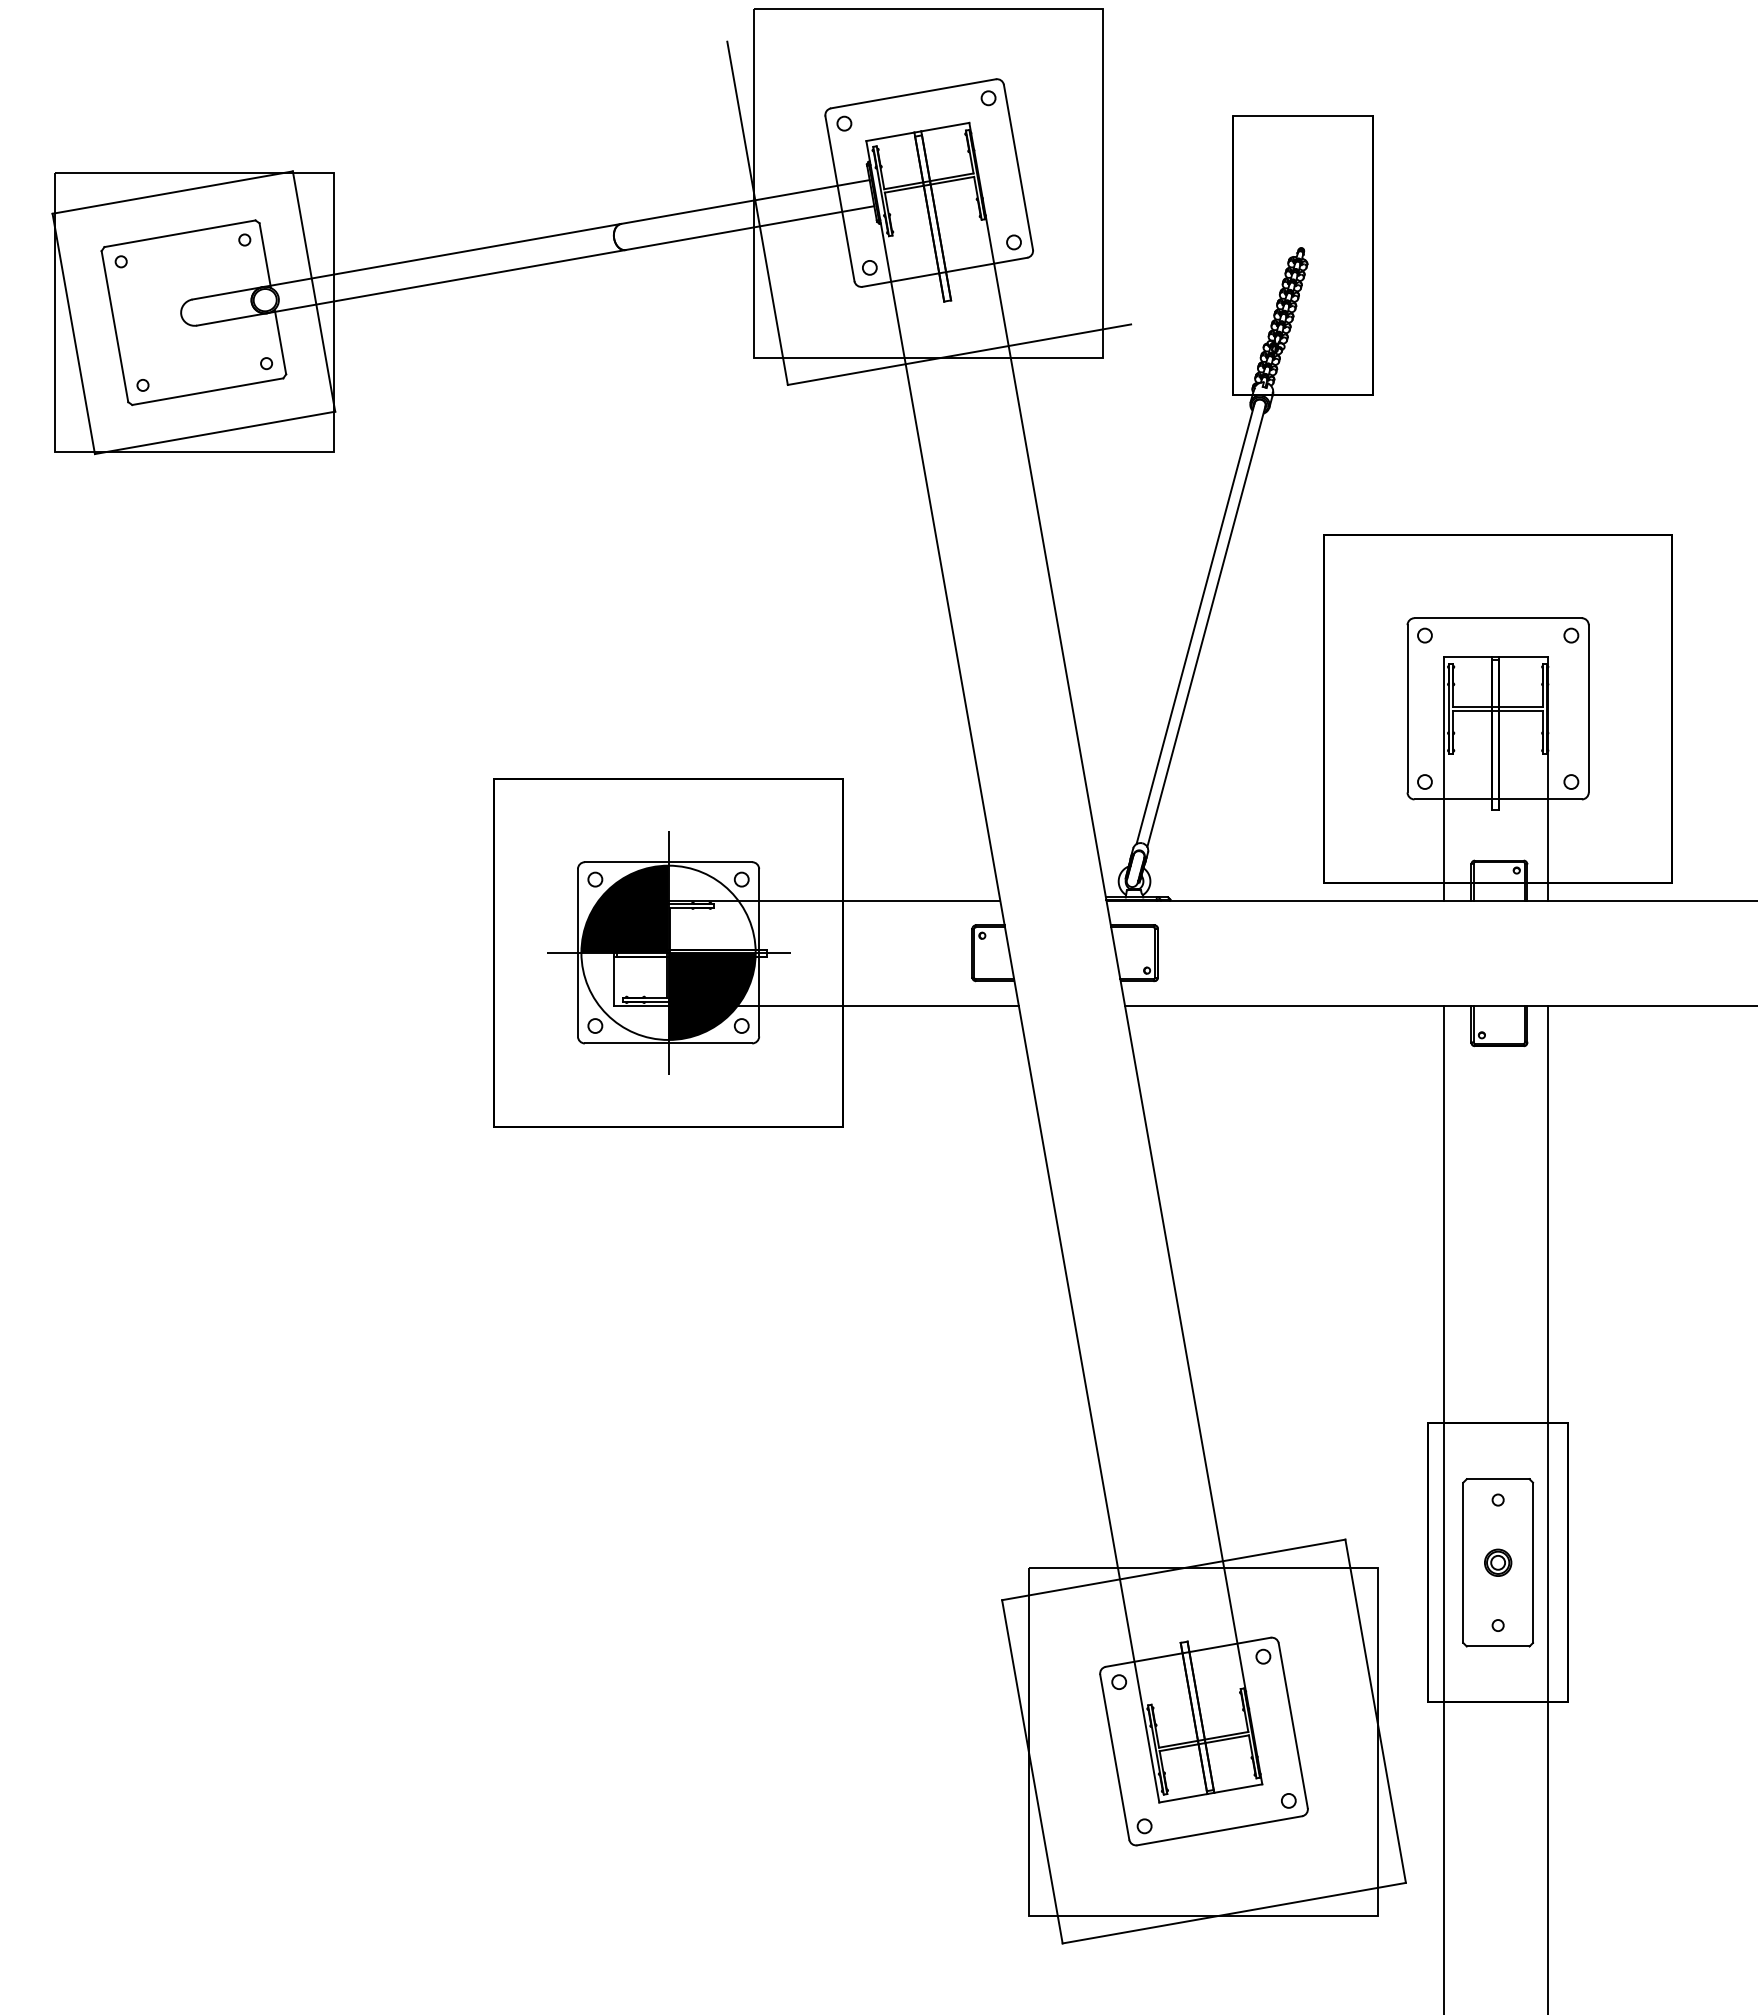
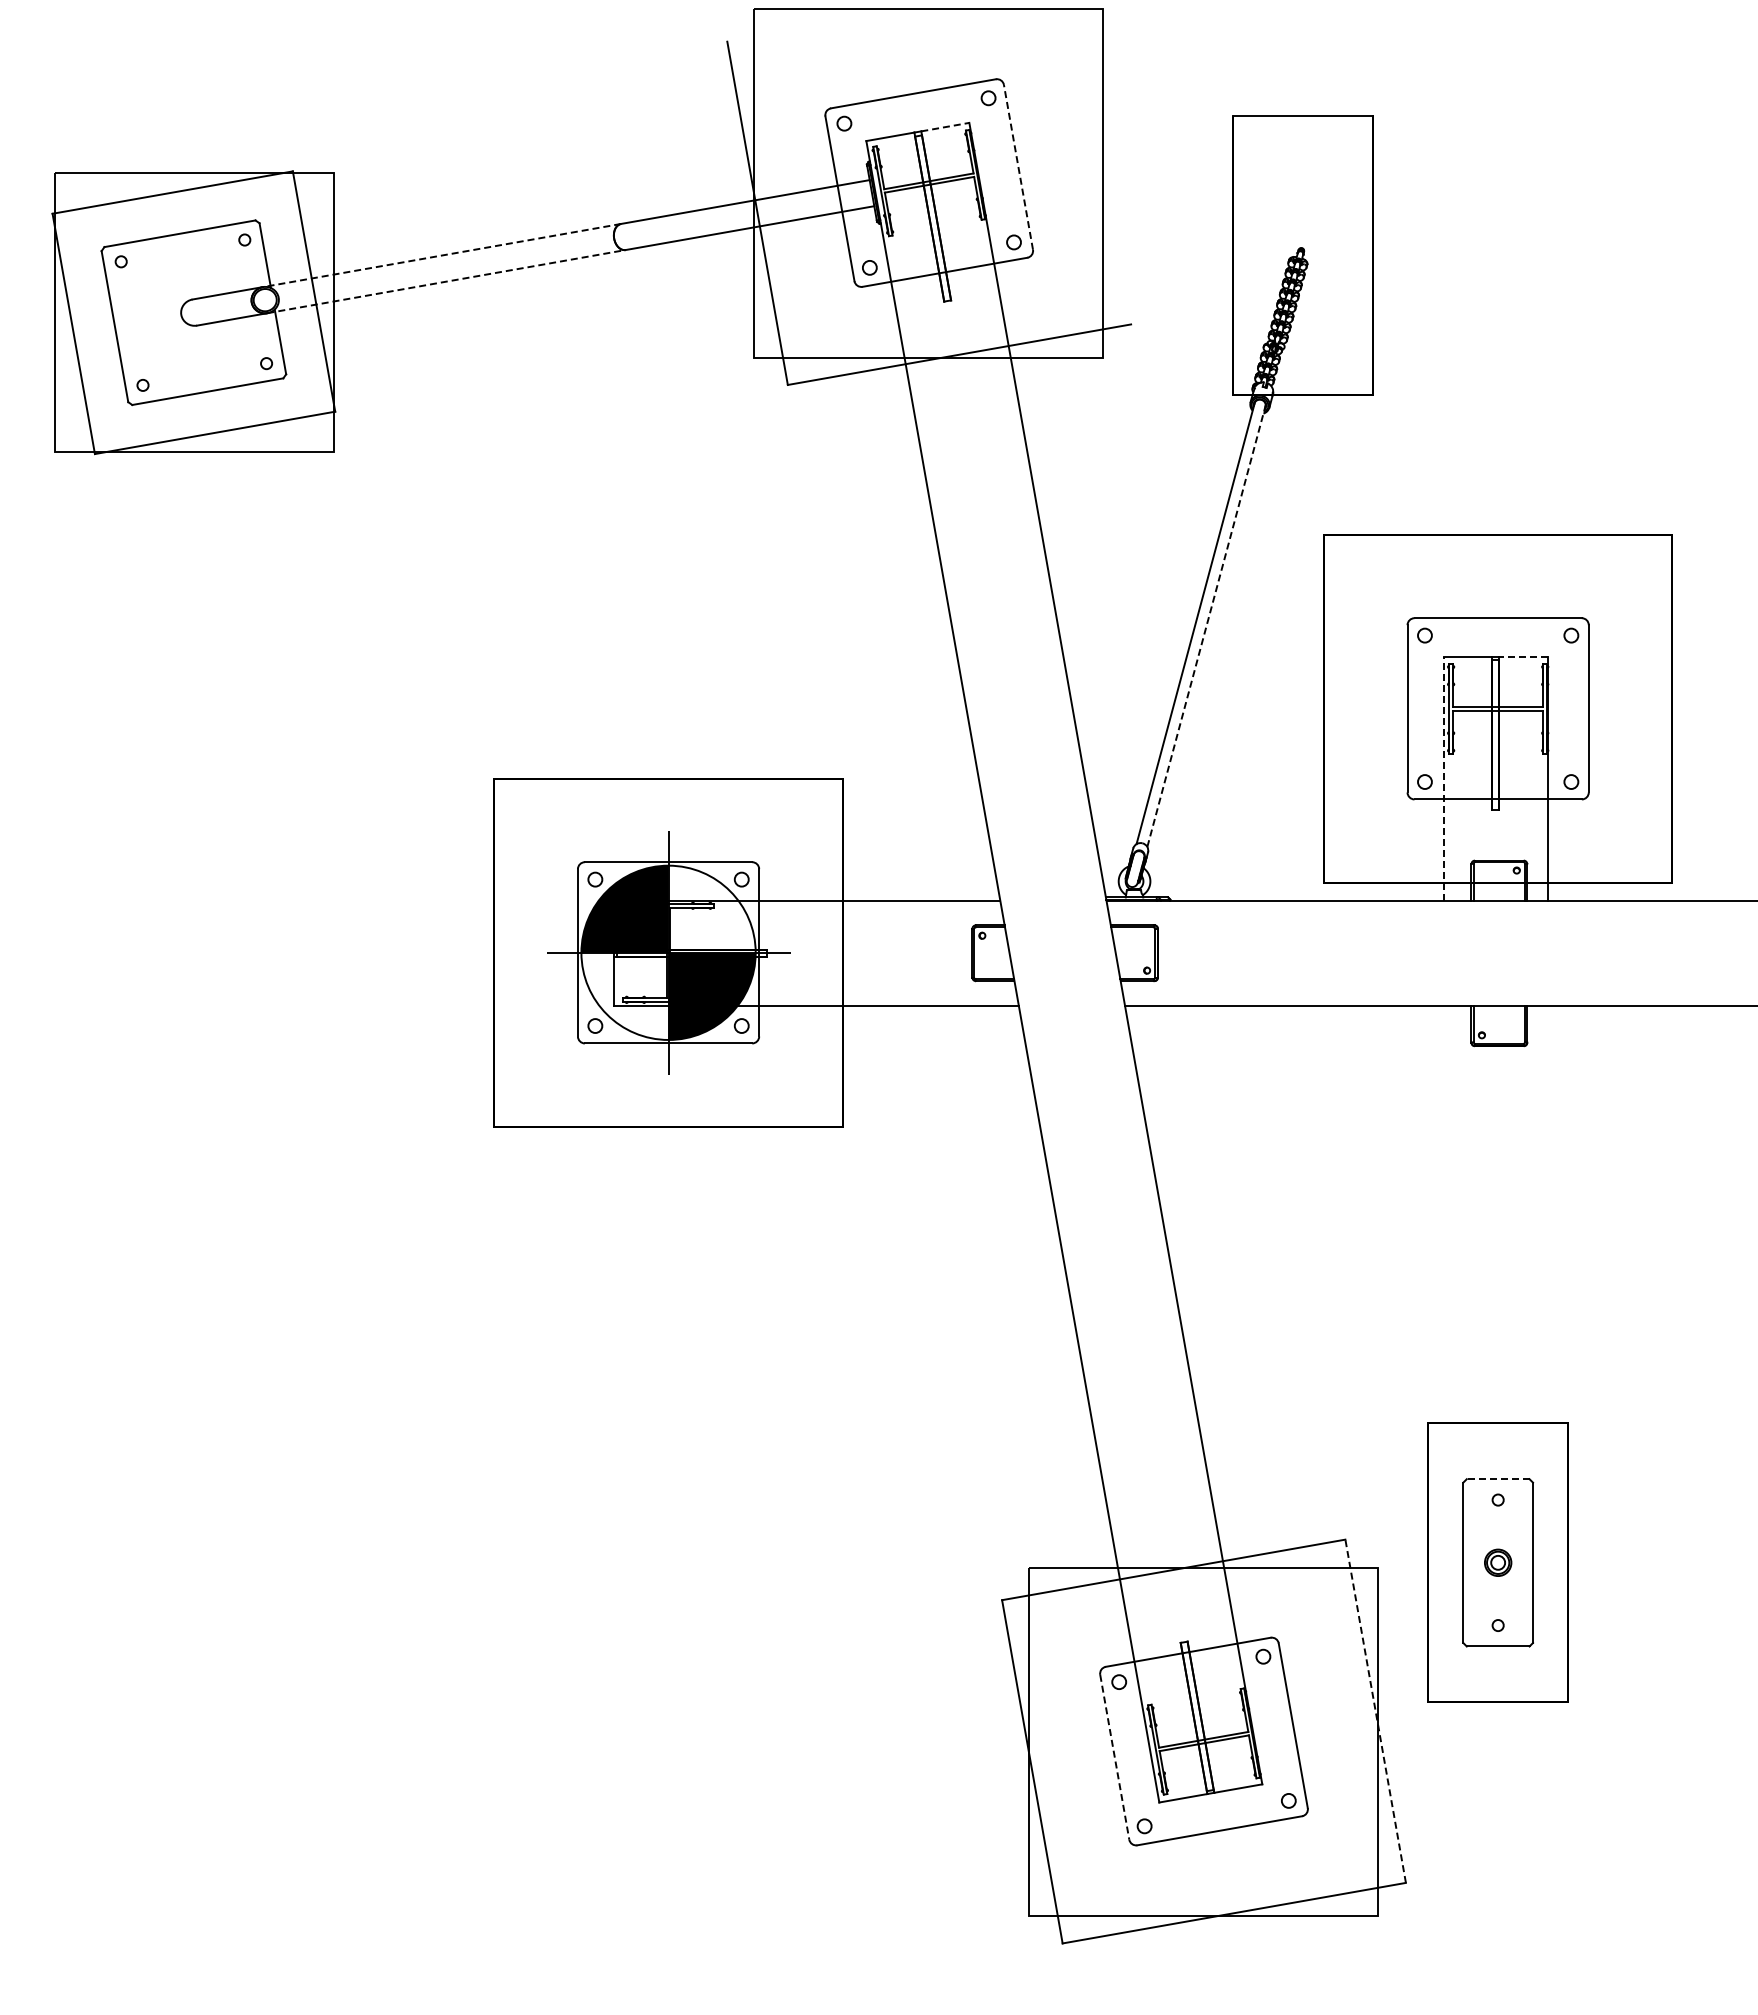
line at (945, 127): solid -> dashed
line at (1018, 167): solid -> dashed
line at (442, 255): solid -> dashed
line at (446, 281): solid -> dashed
line at (1206, 626): solid -> dashed
line at (1523, 656): solid -> dashed
line at (1443, 778): solid -> dashed
line at (1497, 1479): solid -> dashed
line at (1443, 1508): present -> none
line at (1548, 1508): present -> none
line at (1375, 1710): solid -> dashed
line at (1114, 1757): solid -> dashed
